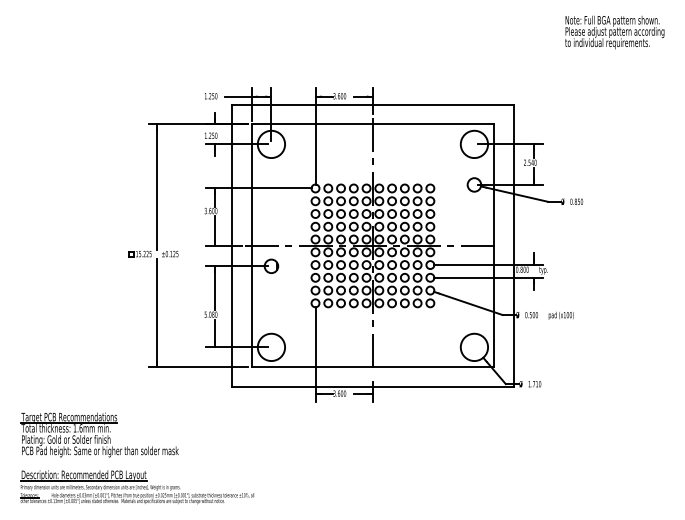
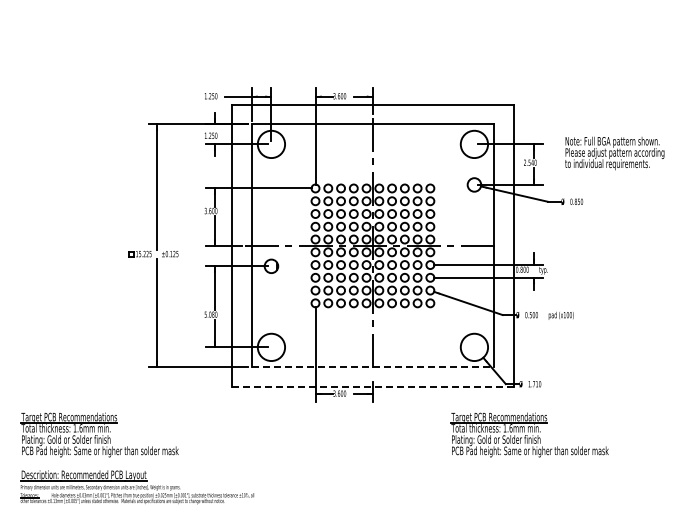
text at (614, 32) position: (614, 32) -> (614, 153)
line at (373, 367): solid -> dashed
line at (373, 387): solid -> dashed
part at (529, 434): none -> present
